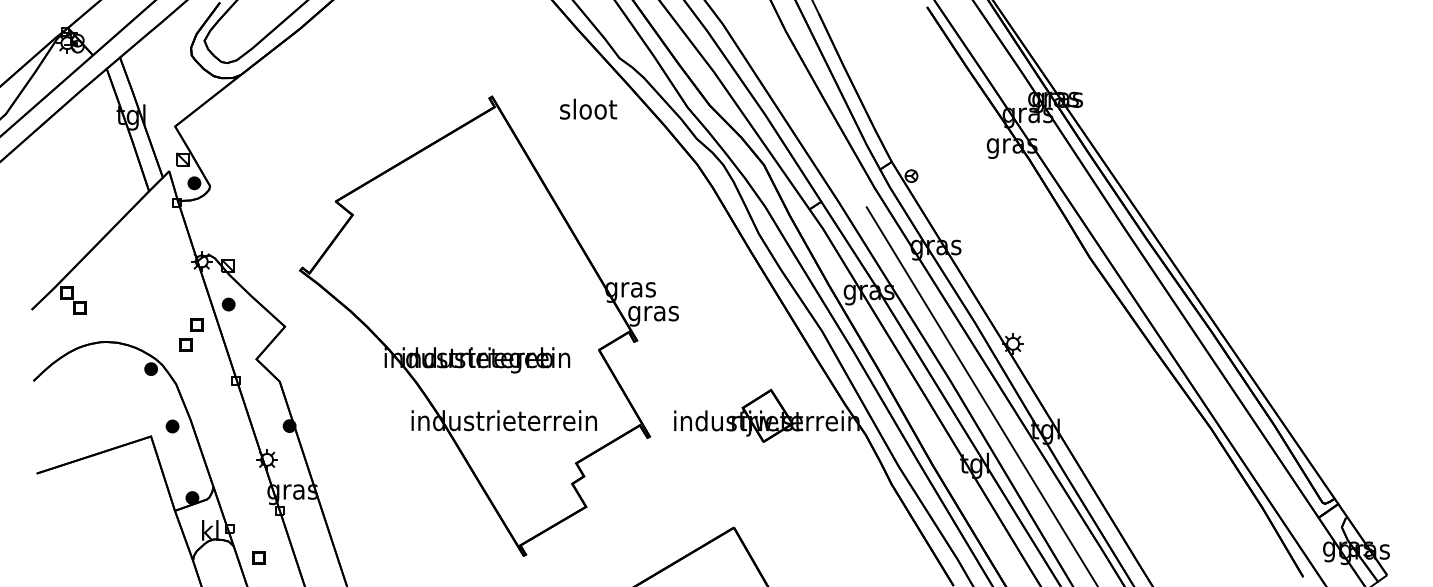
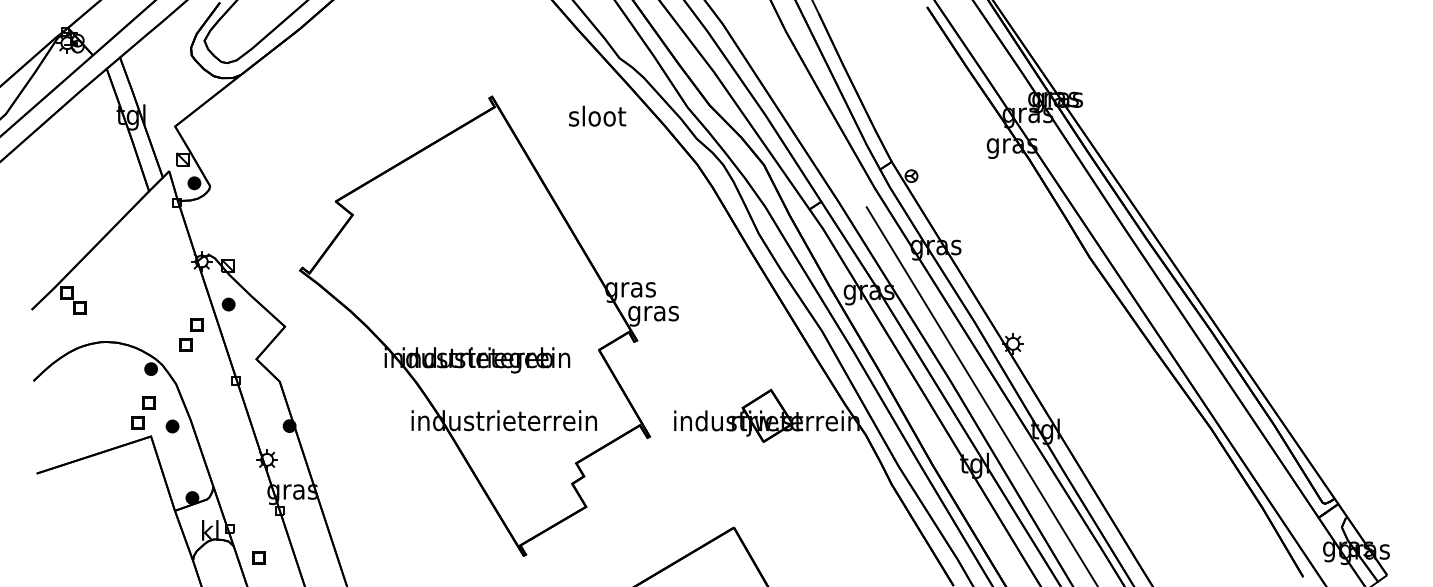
text at (588, 108) position: (588, 108) -> (597, 115)
part at (143, 412): none -> present
